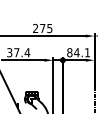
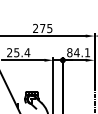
text at (13, 52): 37.4 -> 25.4
